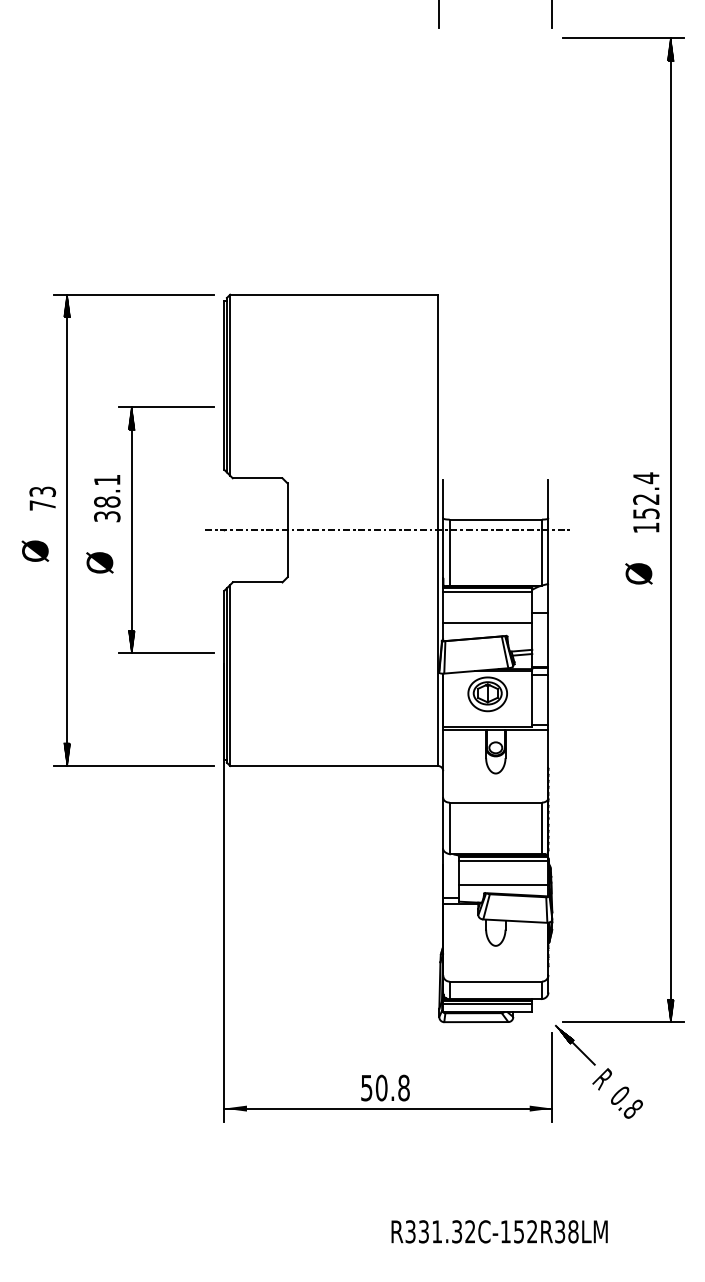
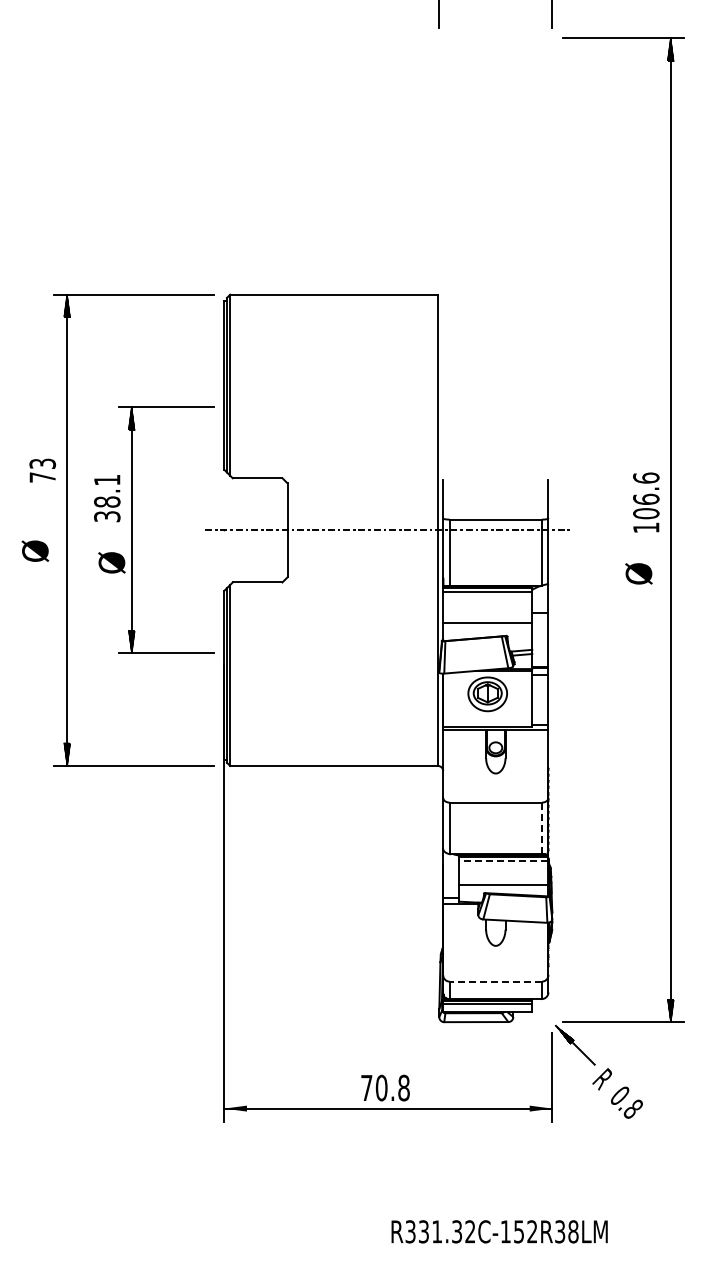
text at (646, 495): 152.4 -> 106.6
text at (42, 498) position: (42, 498) -> (42, 470)
text at (99, 562) position: (99, 562) -> (111, 562)
line at (541, 828): solid -> dashed
line at (503, 861): solid -> dashed
line at (495, 981): solid -> dashed
text at (366, 1088): 50.8 -> 70.8
